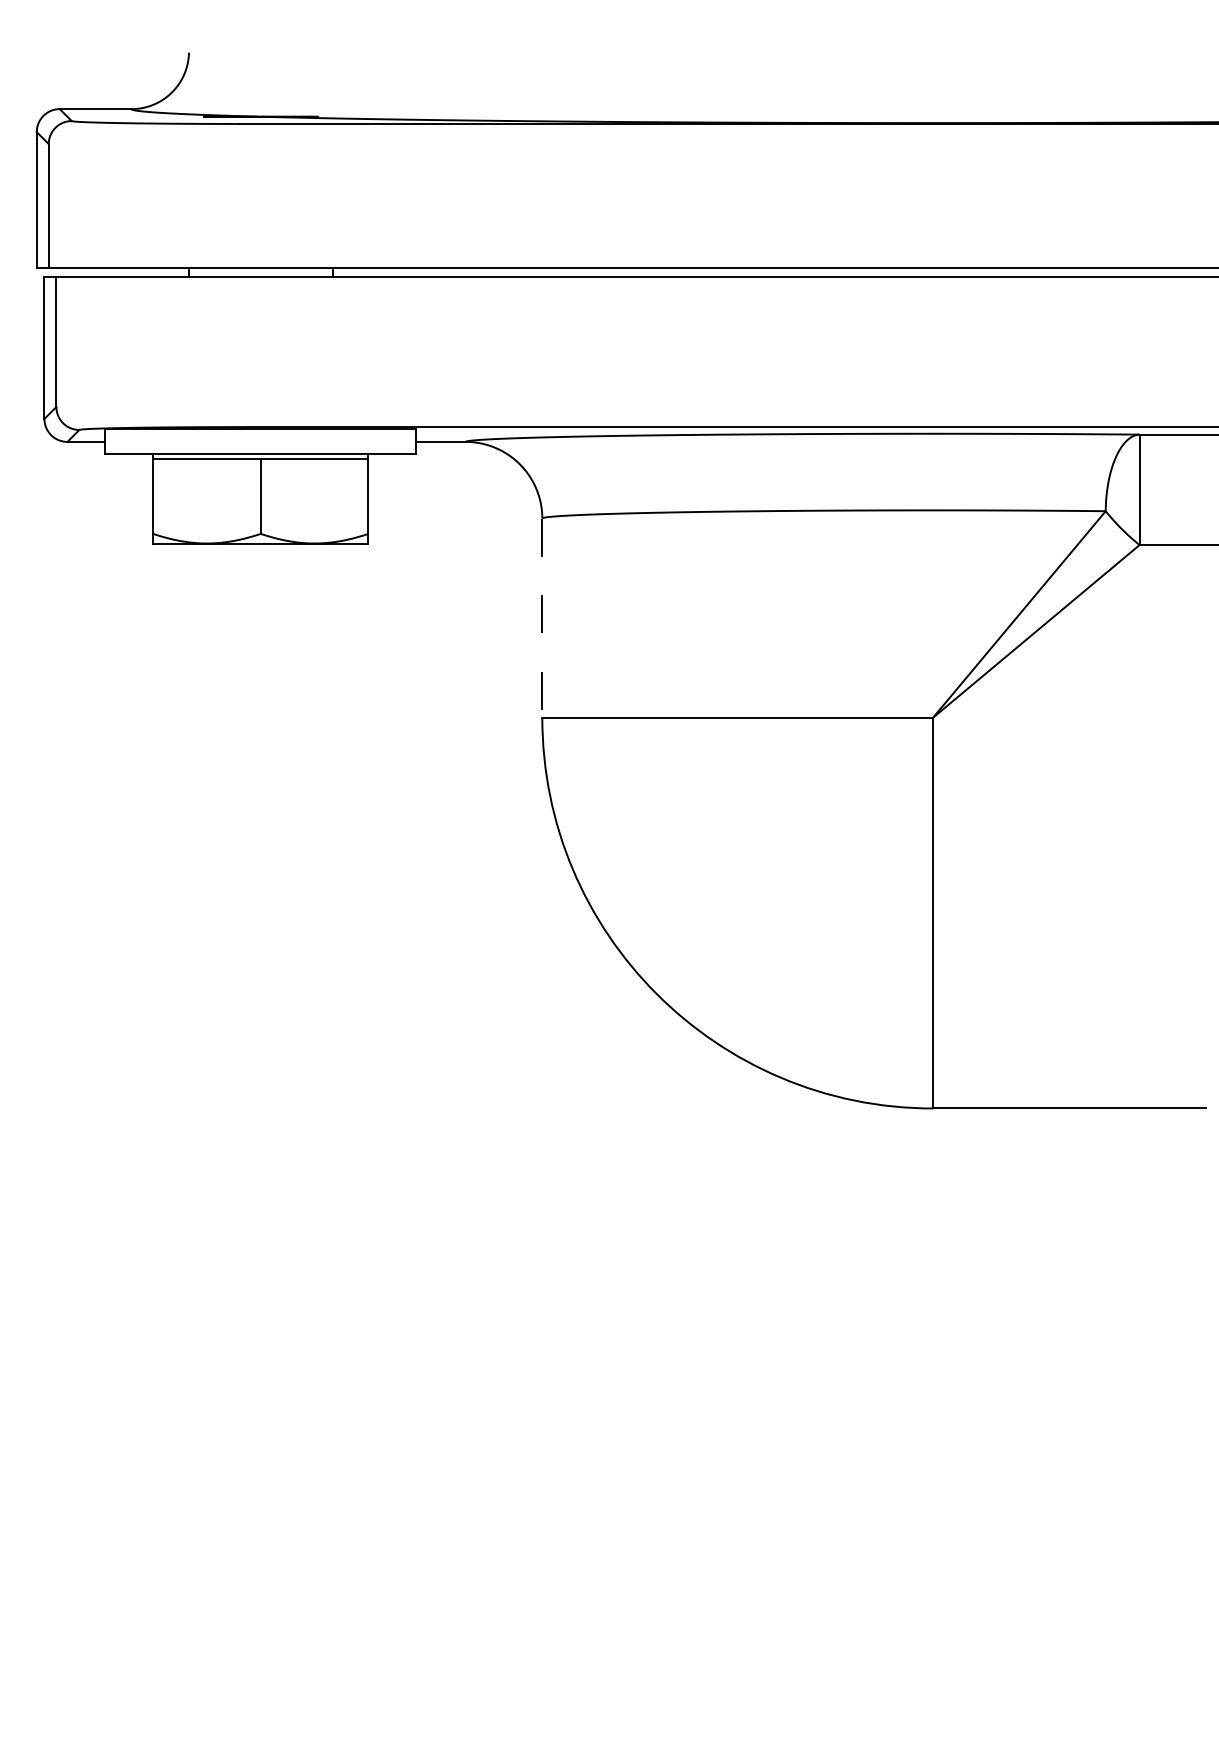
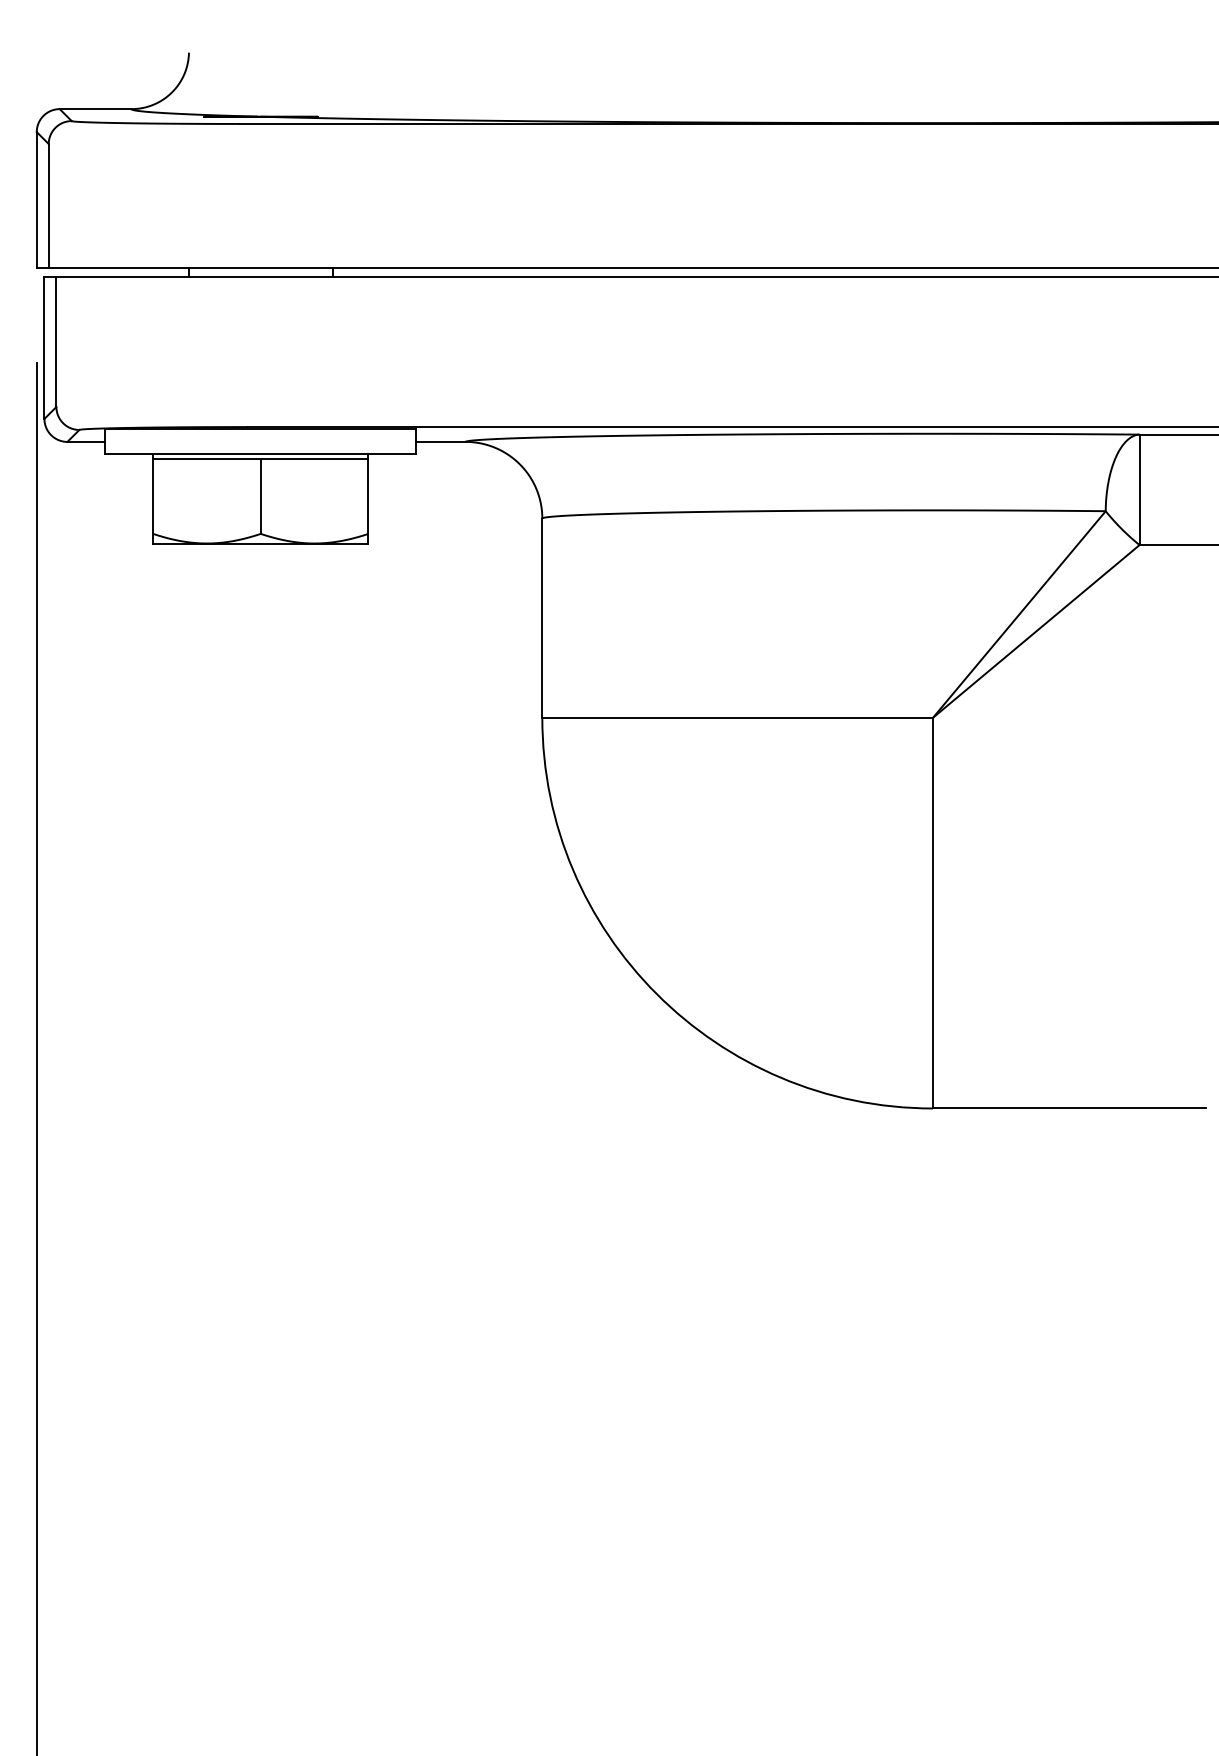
line at (542, 618): dashed -> solid
line at (36, 1057): none -> present
